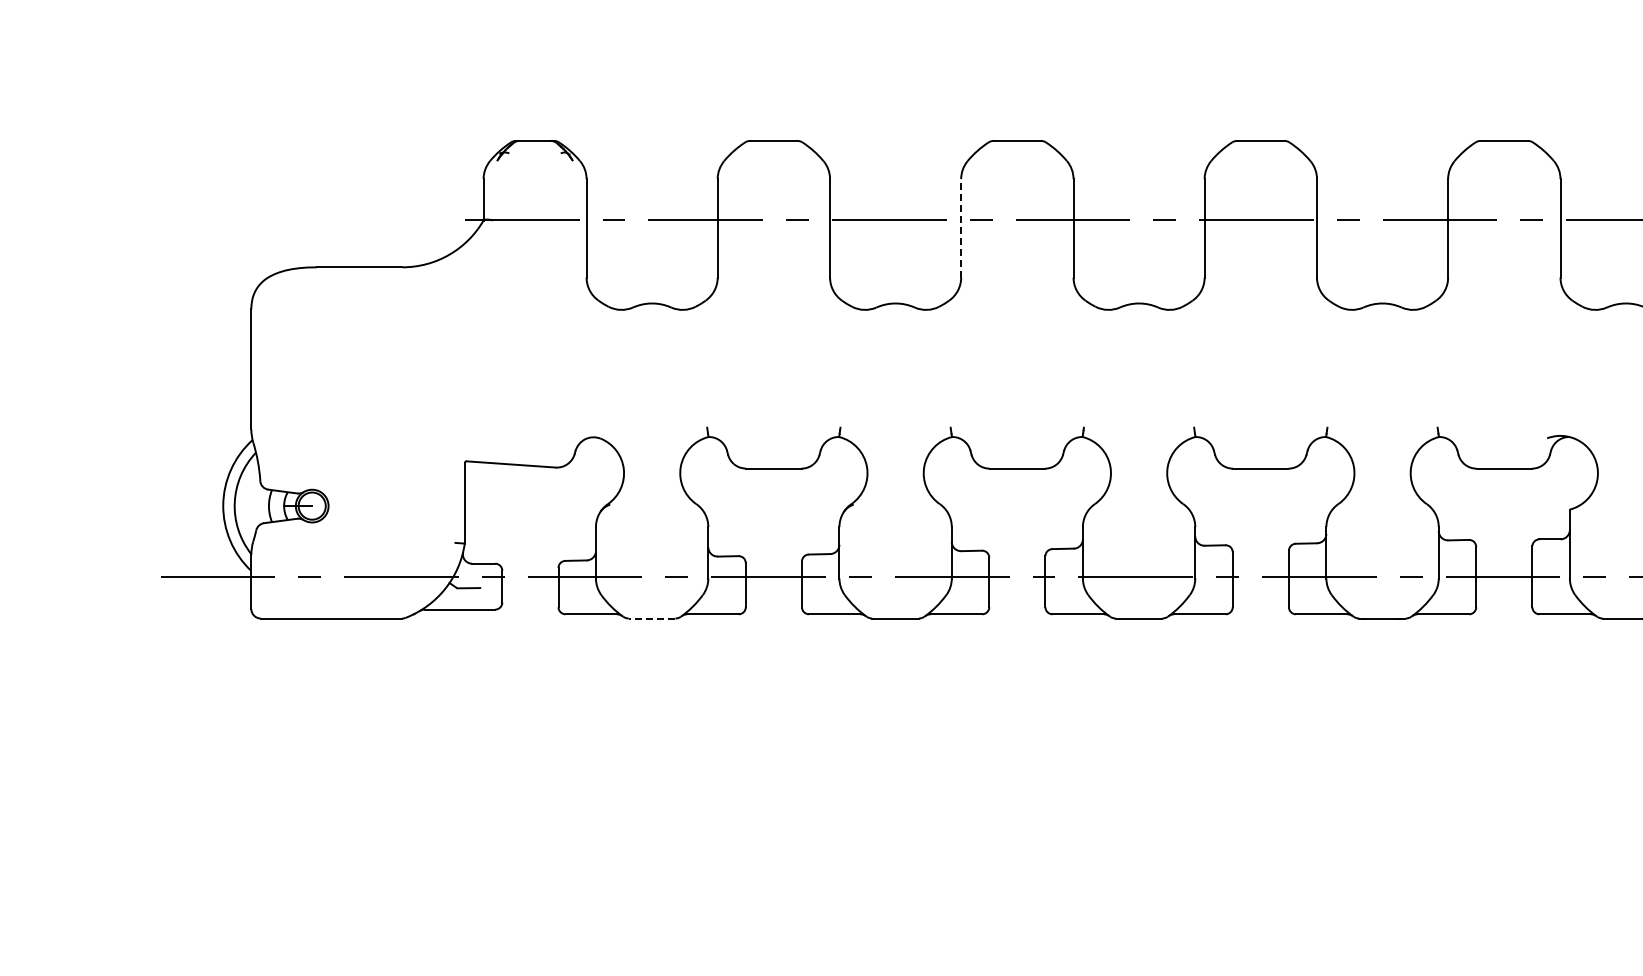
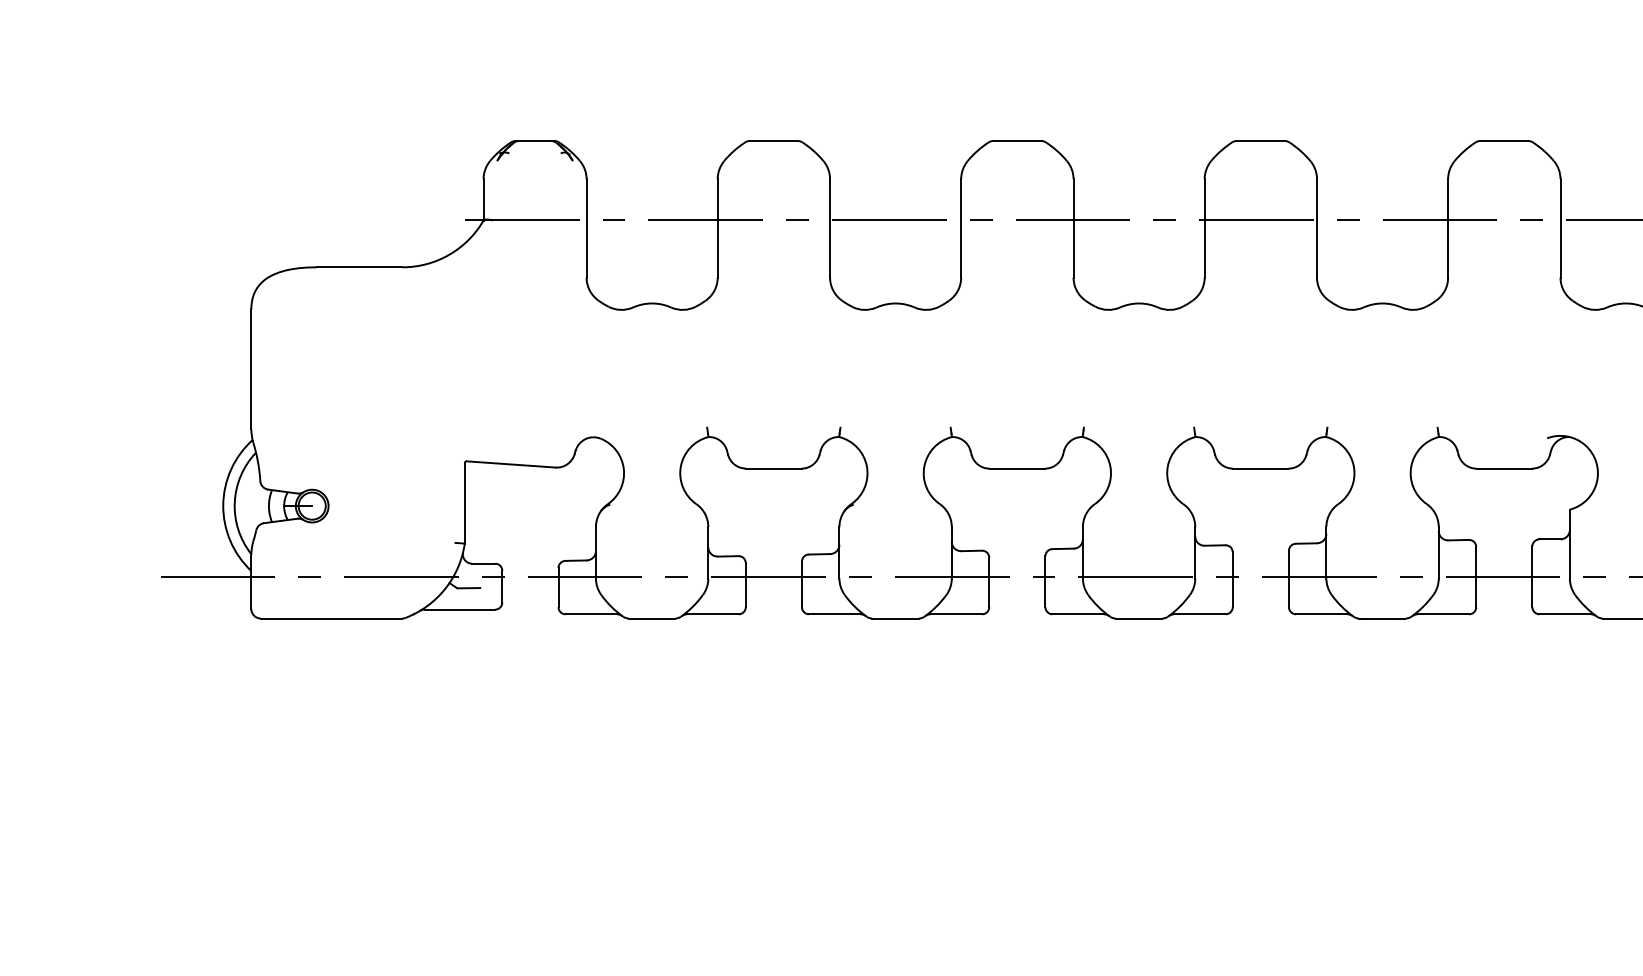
line at (961, 227): dashed -> solid
line at (651, 618): dashed -> solid
